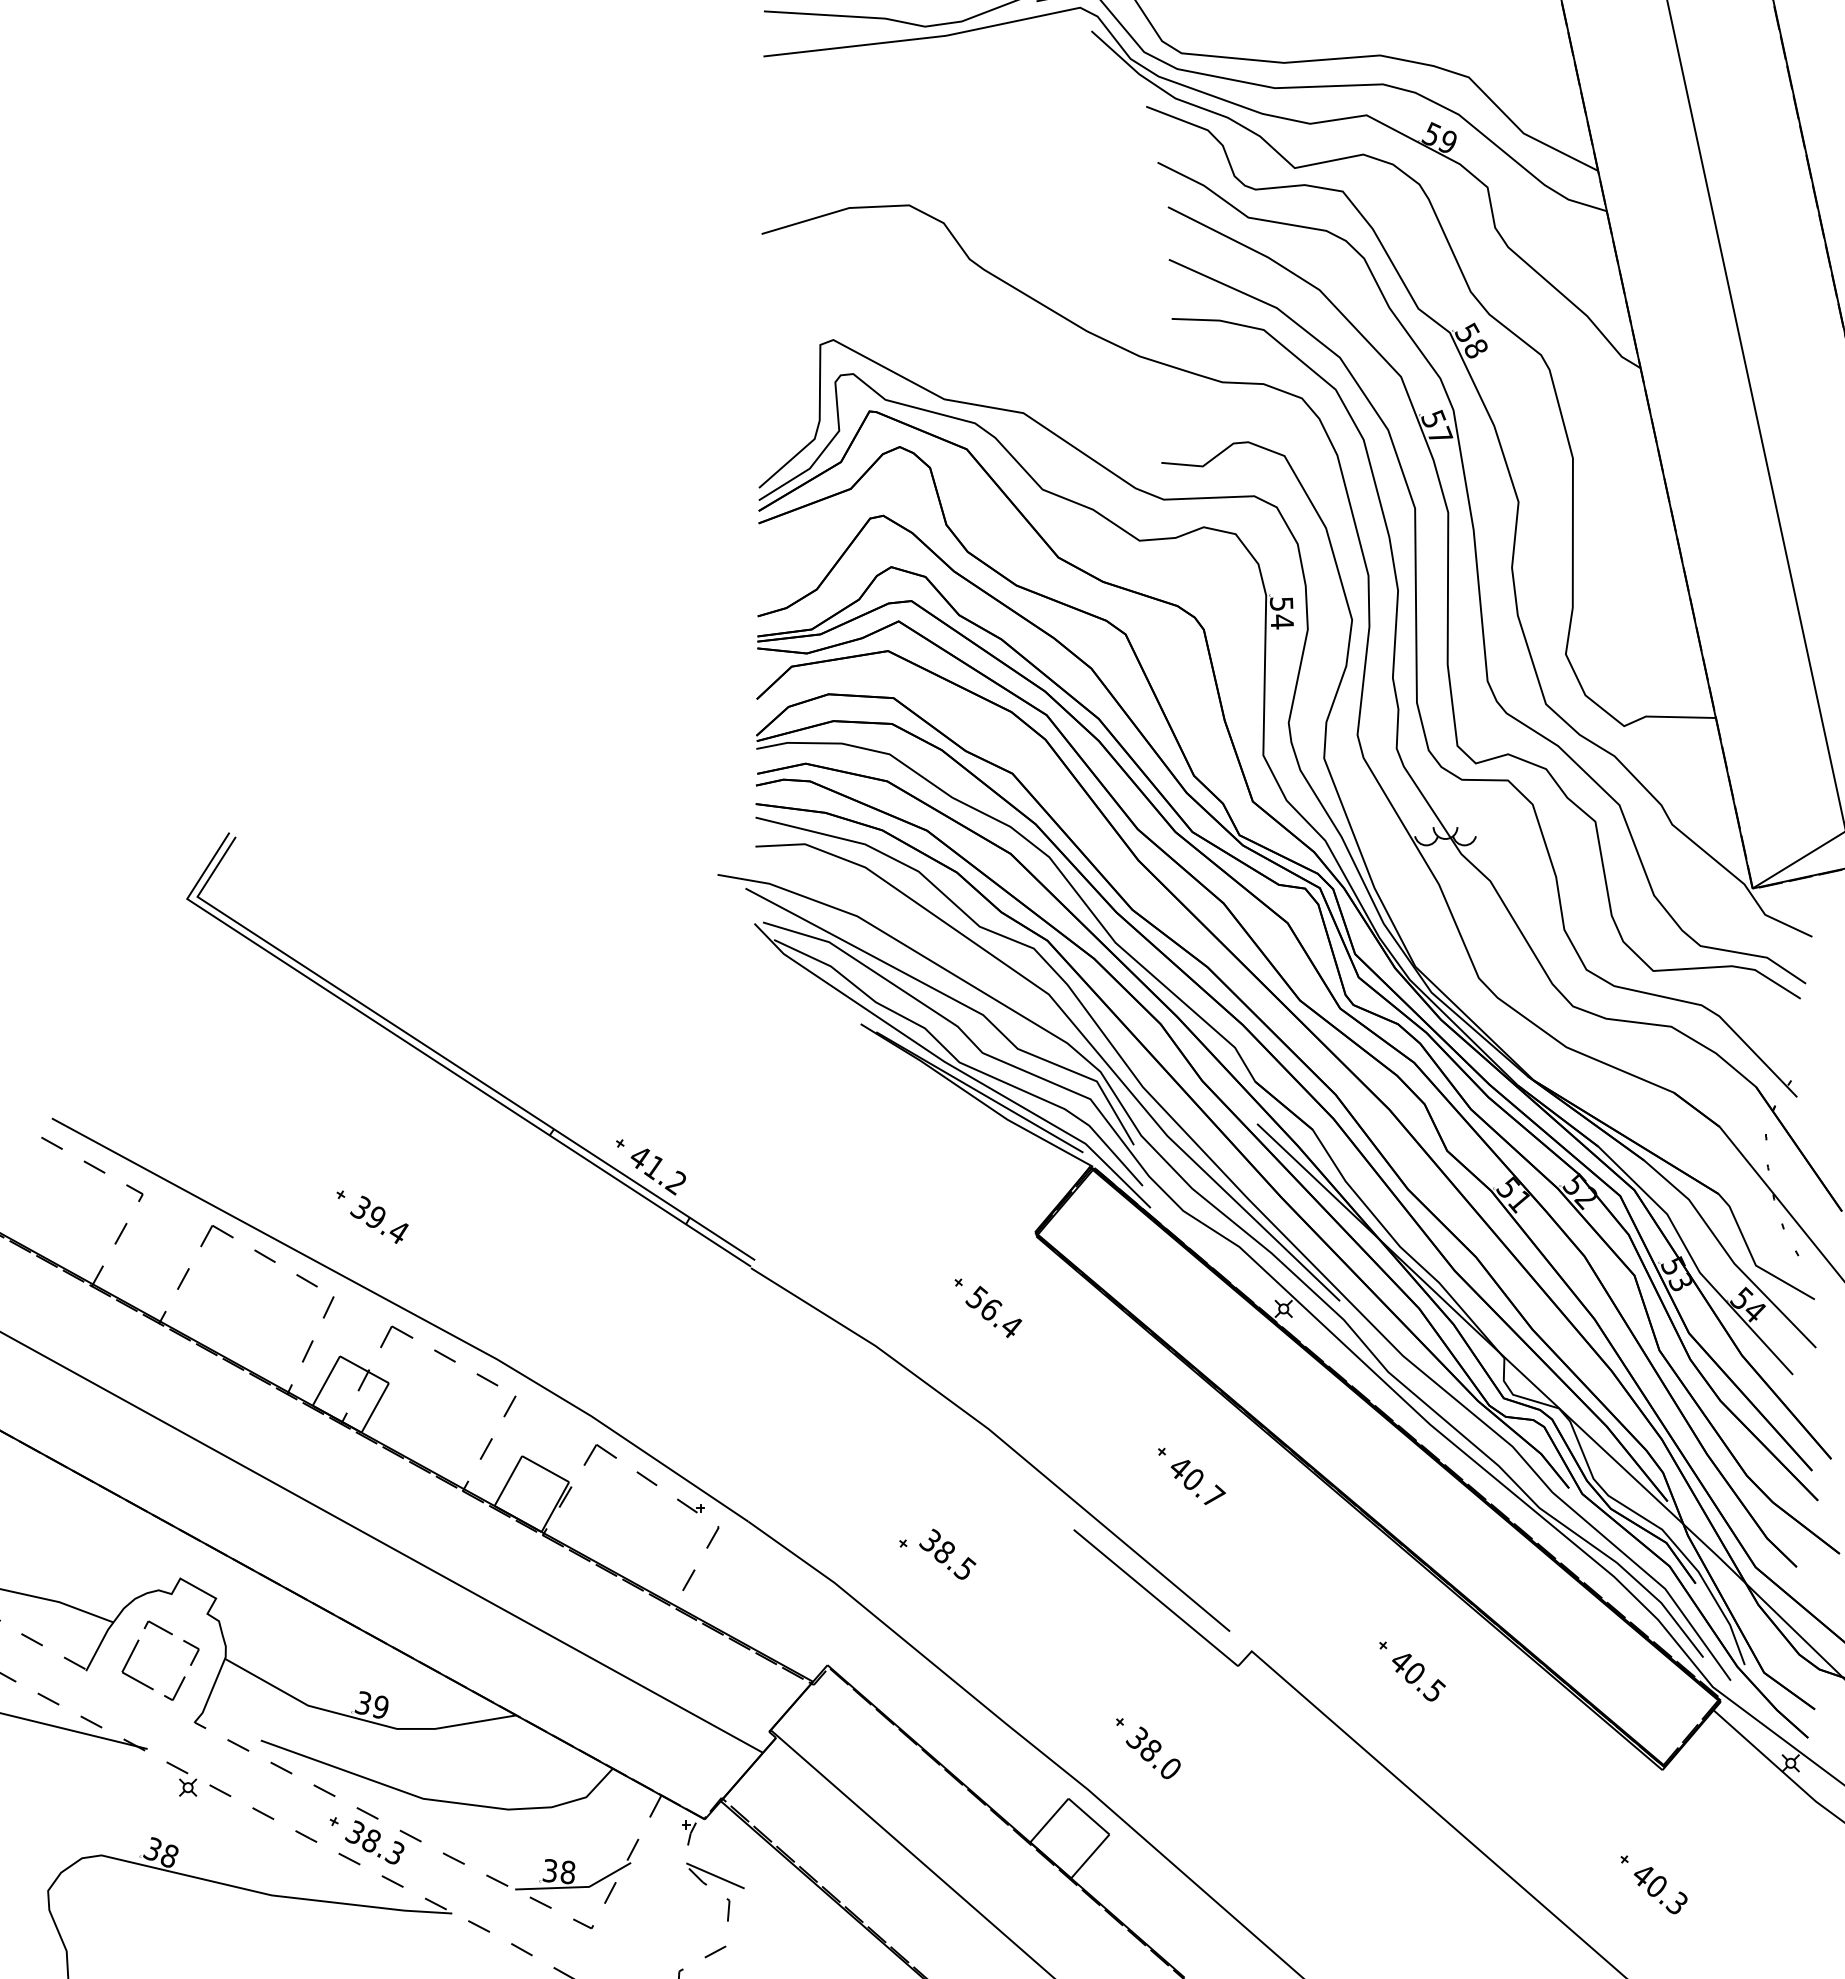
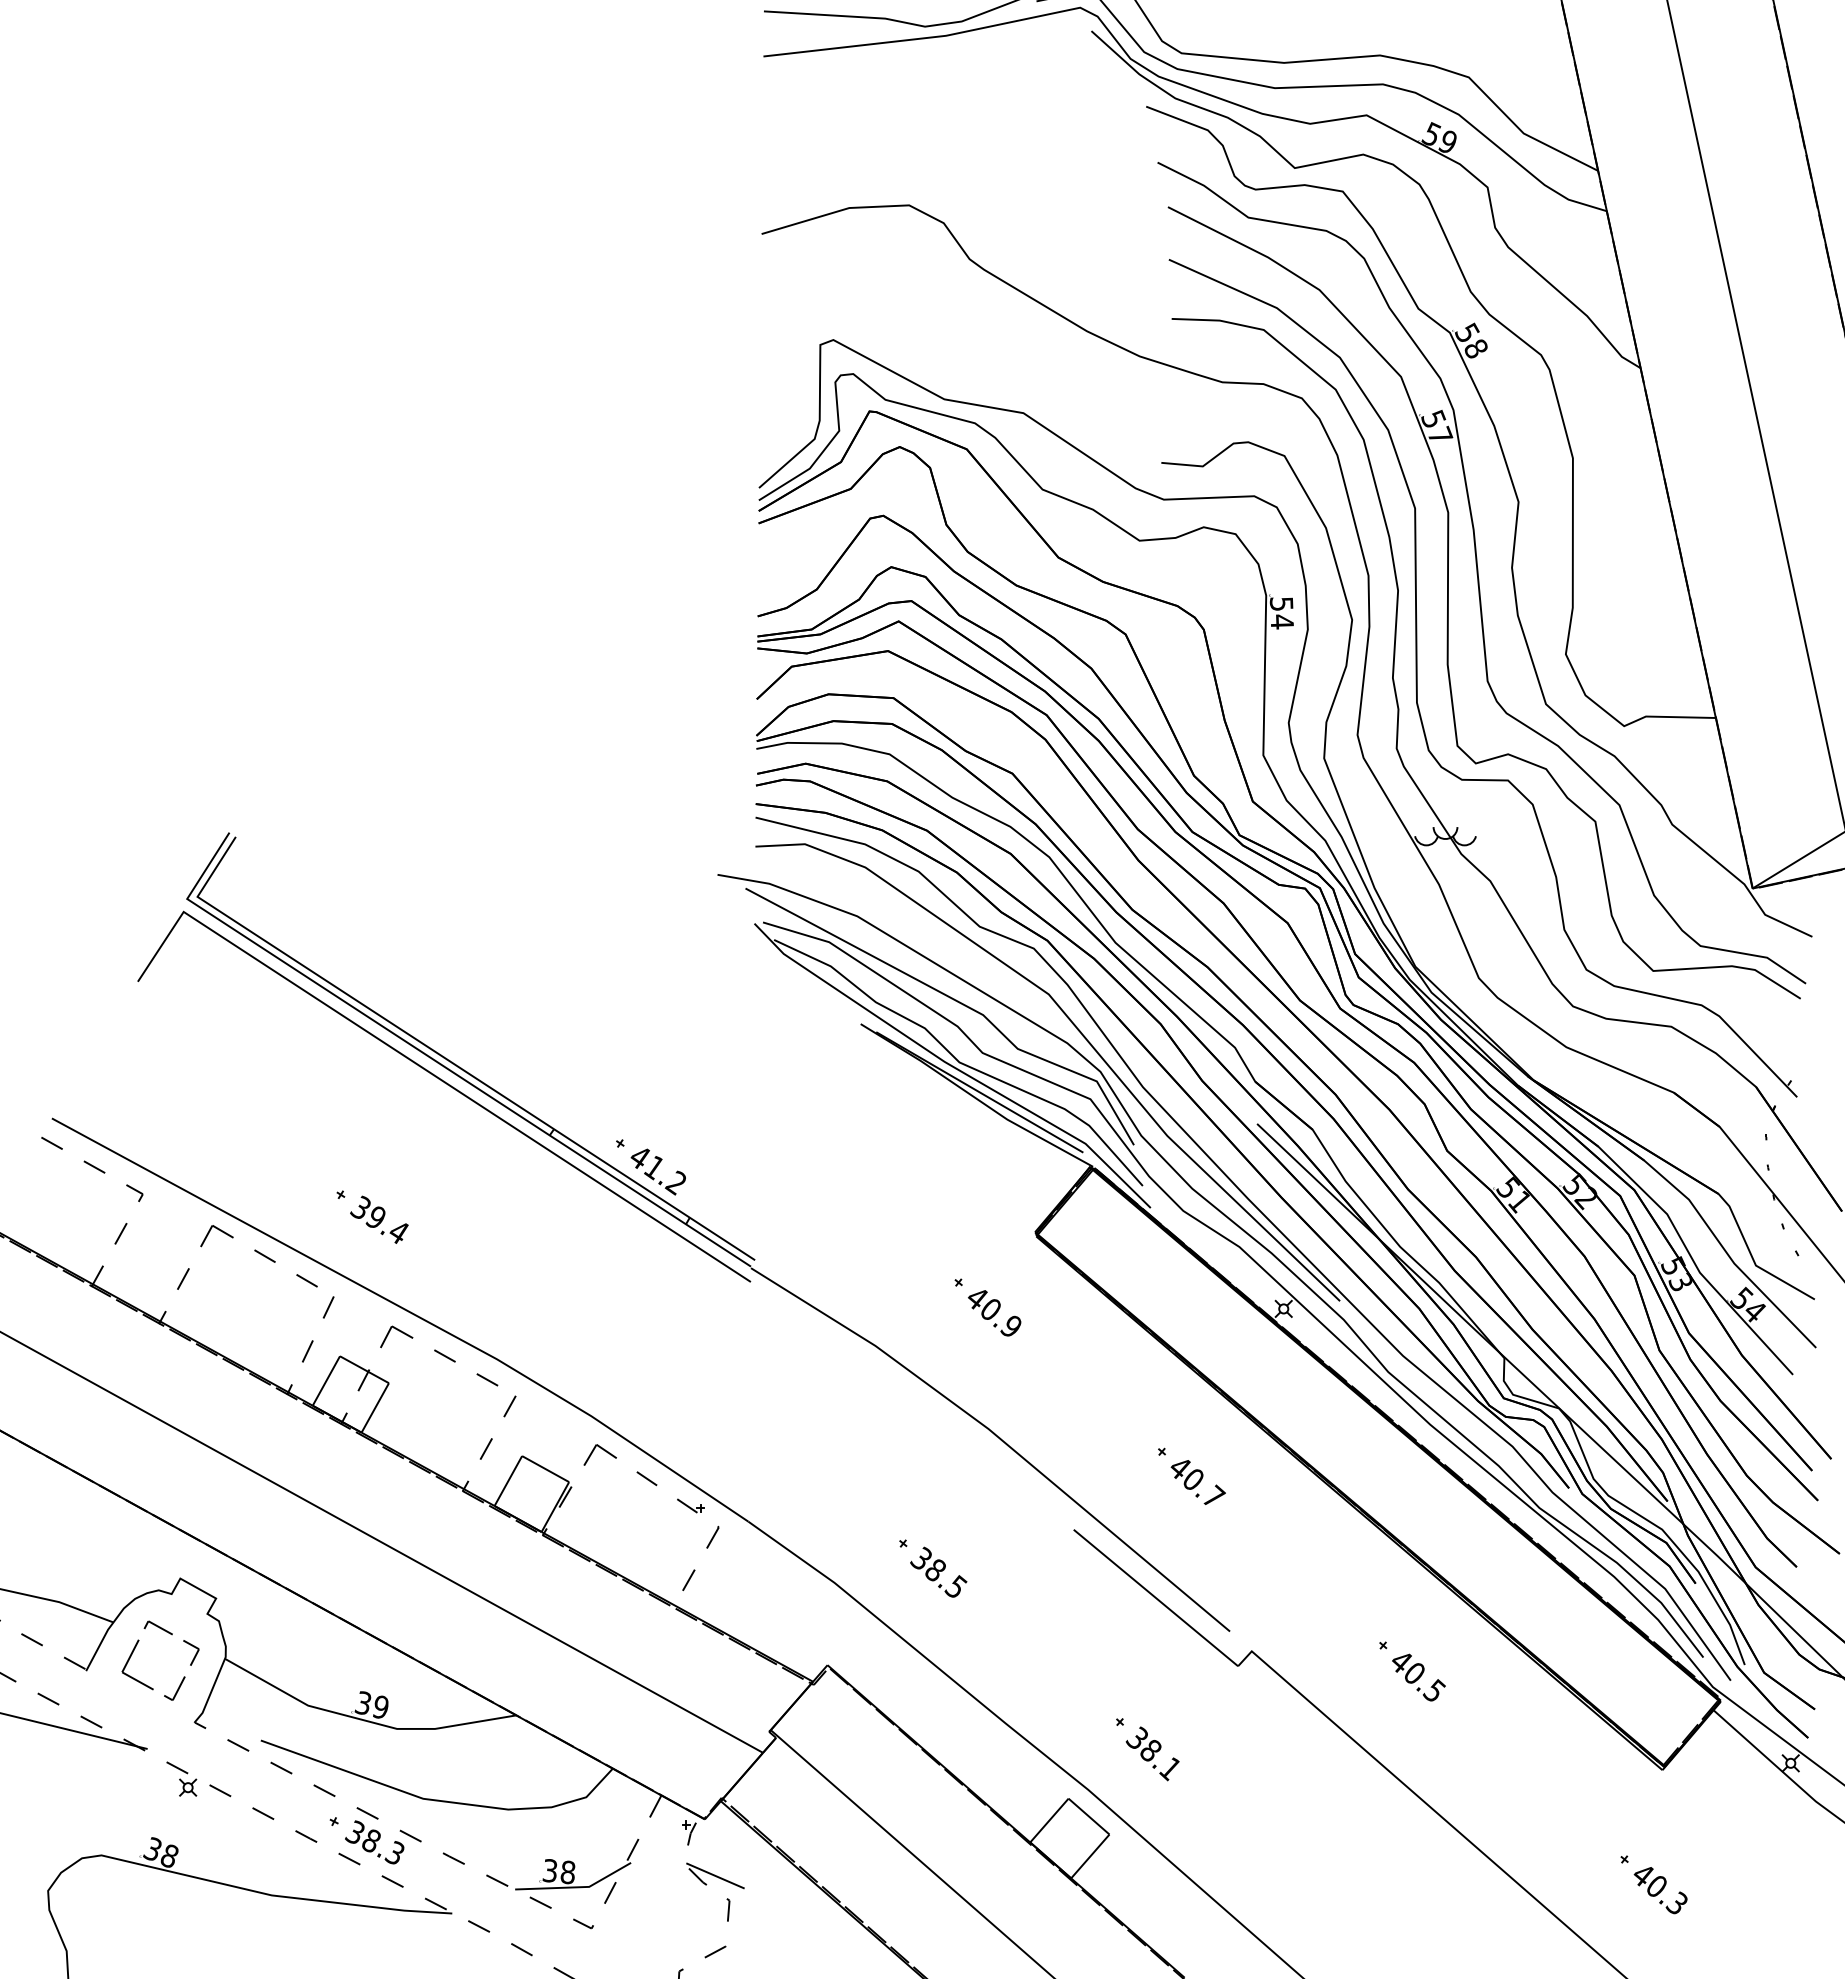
line at (450, 1087): none -> present
text at (993, 1311): 56.4 -> 40.9
text at (947, 1553) position: (947, 1553) -> (938, 1571)
text at (1169, 1769): 38.0 -> 38.1
